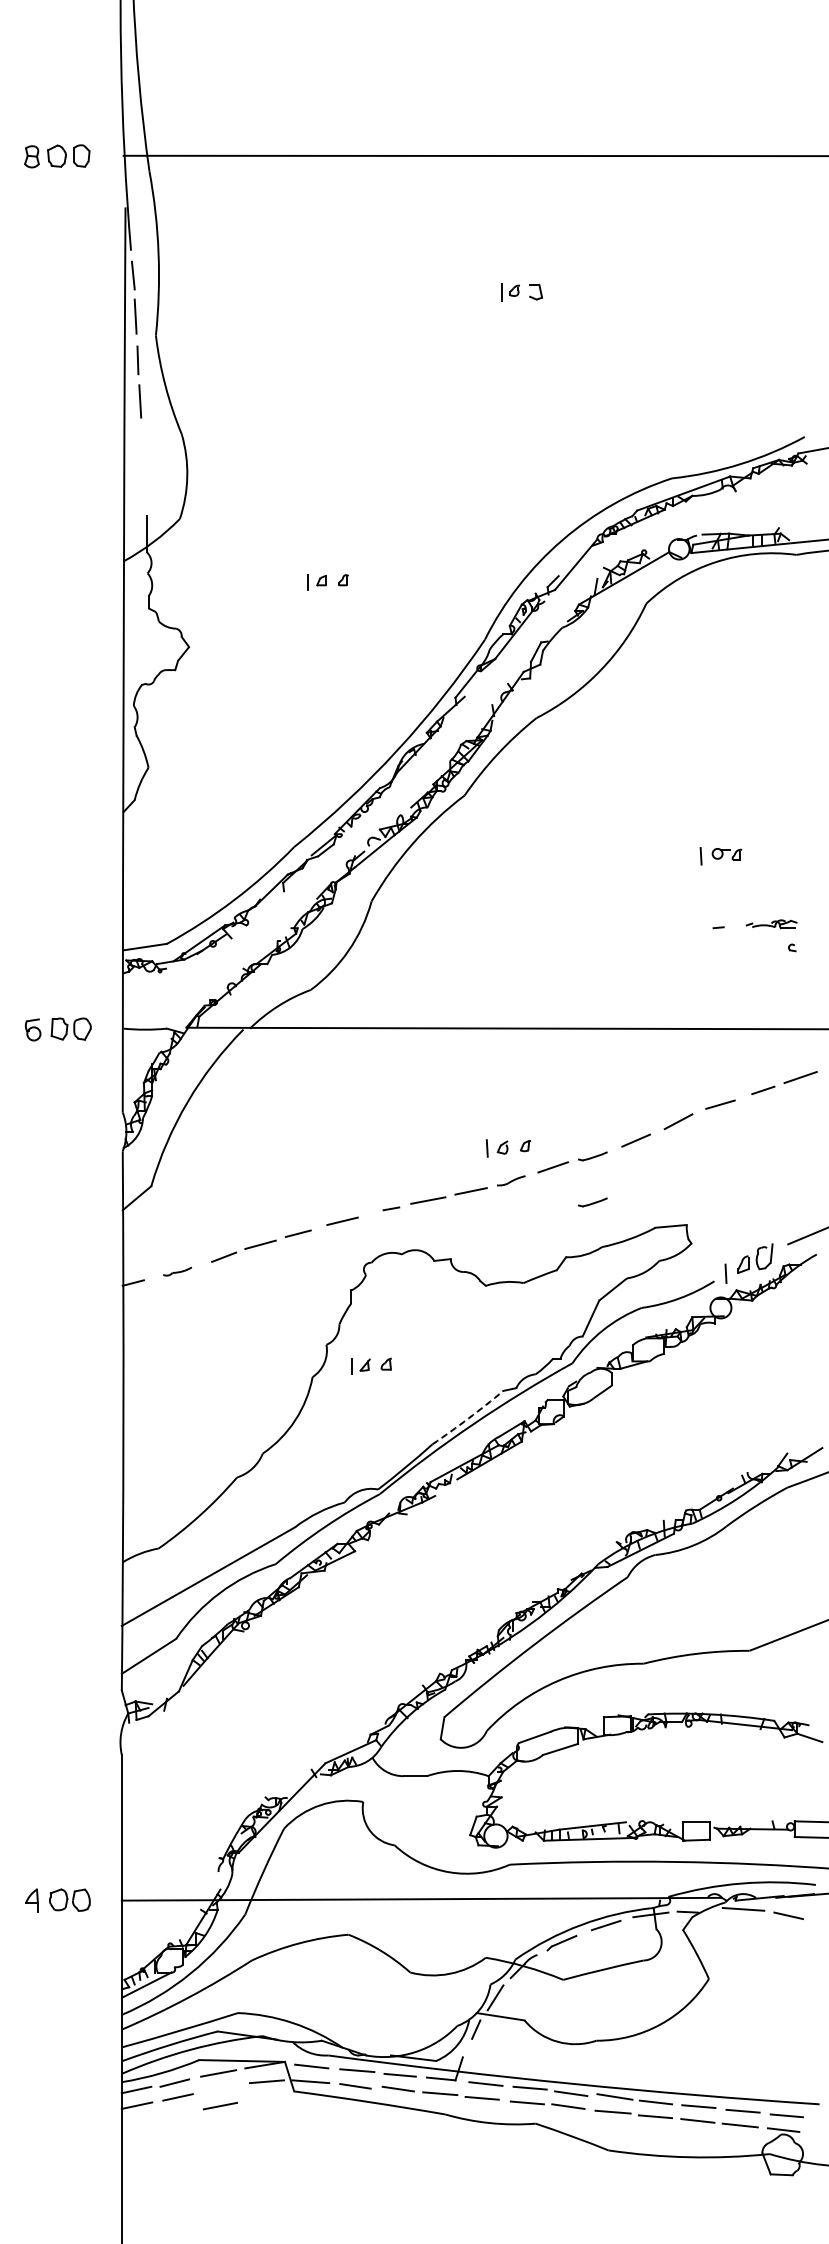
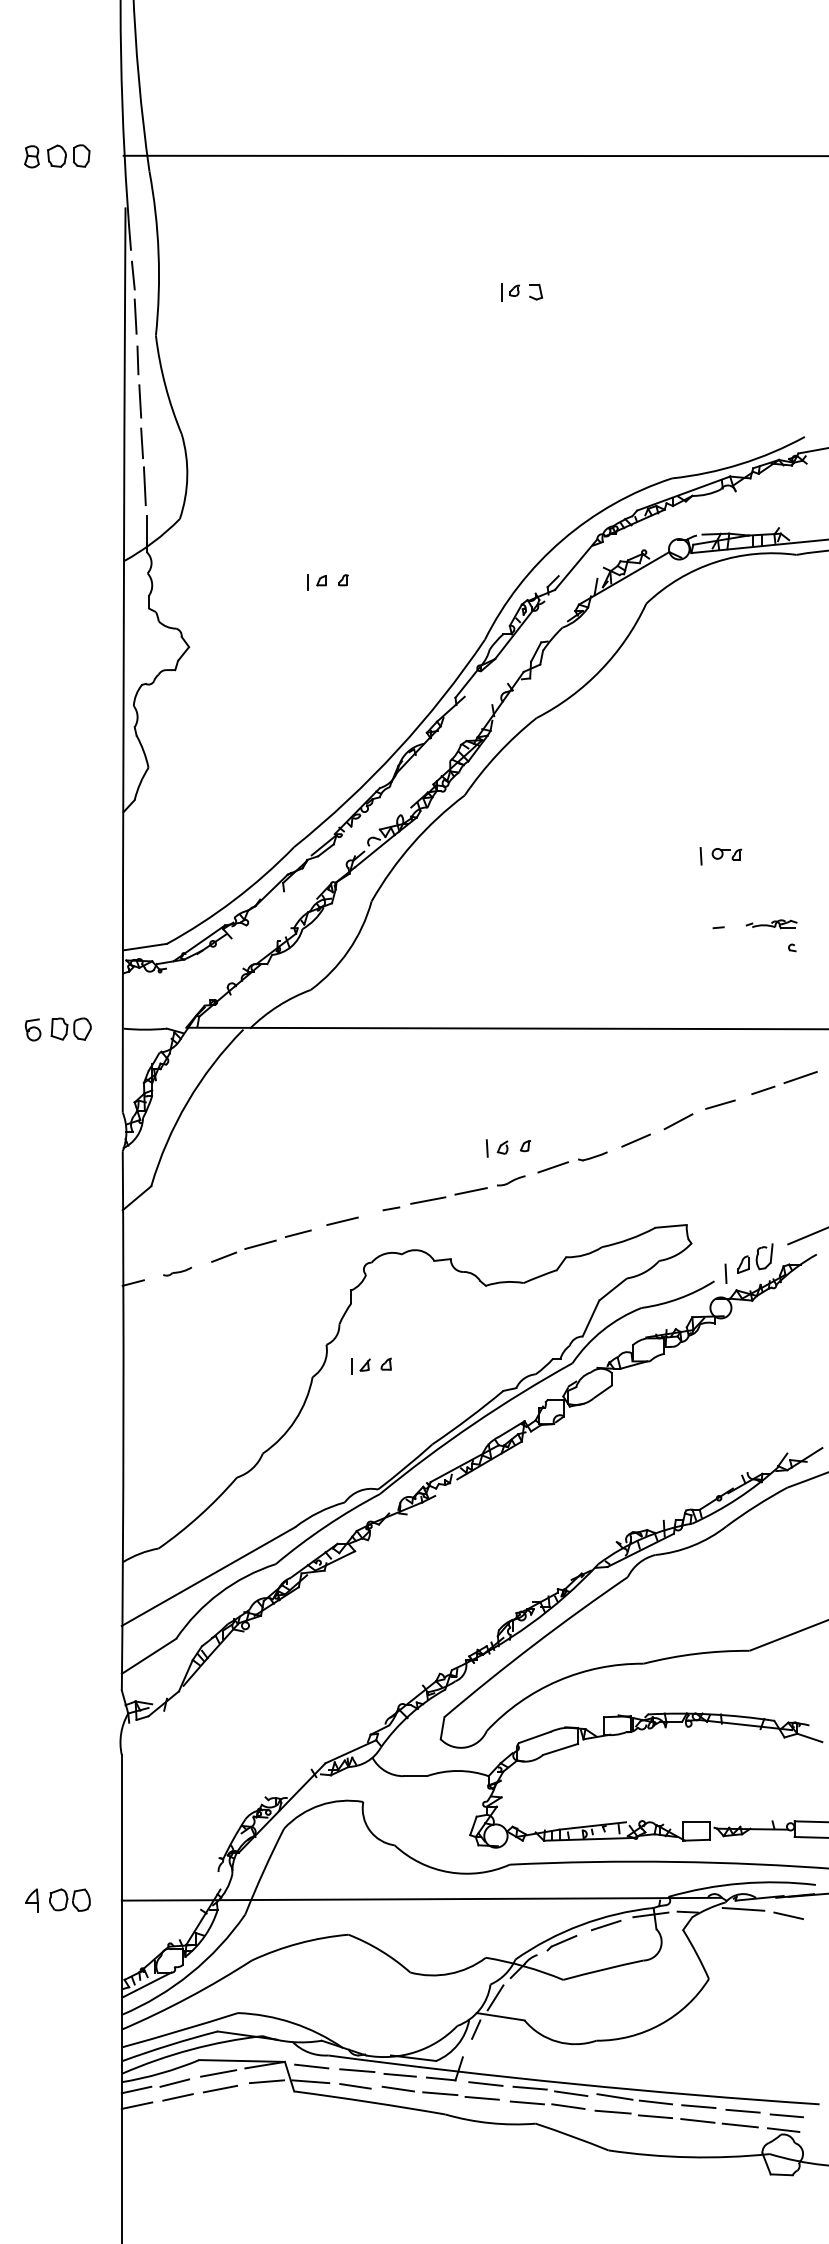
line at (142, 443): none -> present
line at (144, 486): none -> present
part at (592, 1202): present -> none
arc at (468, 1418): dashed -> solid
line at (220, 2105) position: (220, 2105) -> (220, 2088)
